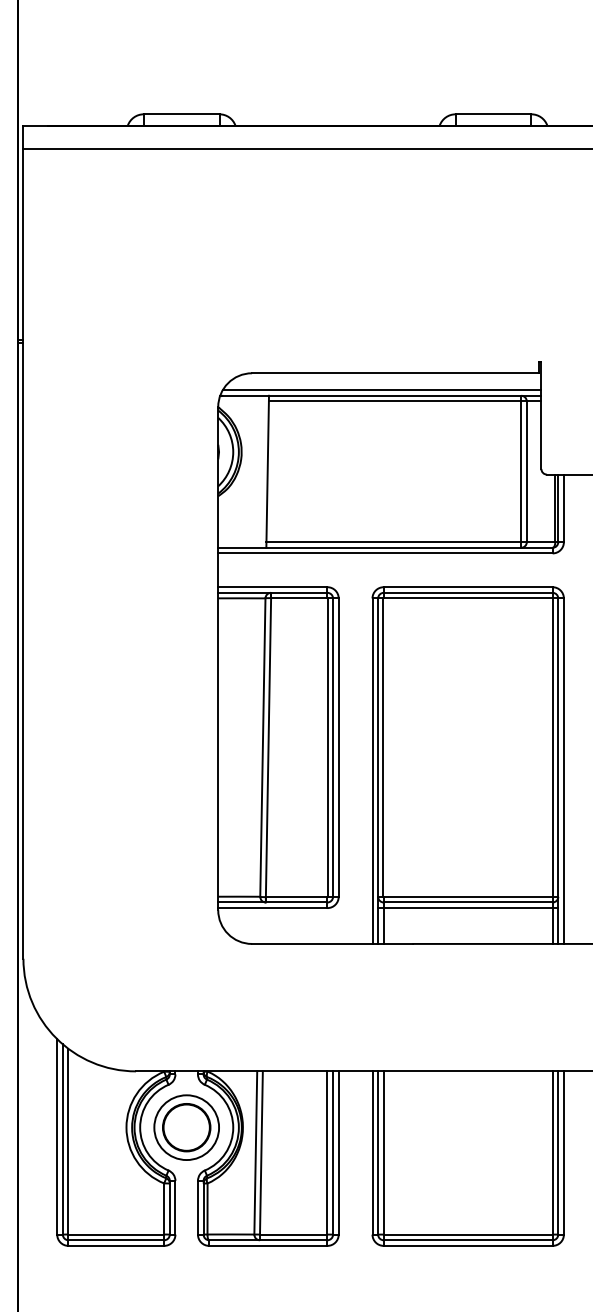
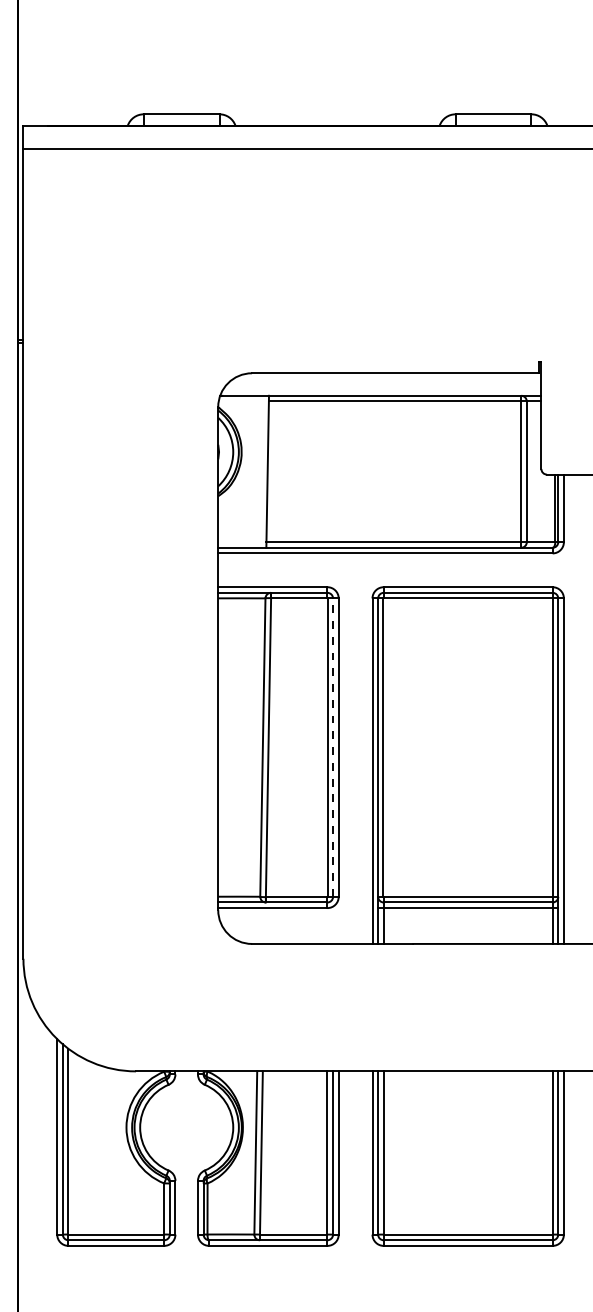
line at (381, 390): present -> none
line at (333, 747): solid -> dashed
part at (186, 1127): present -> none
